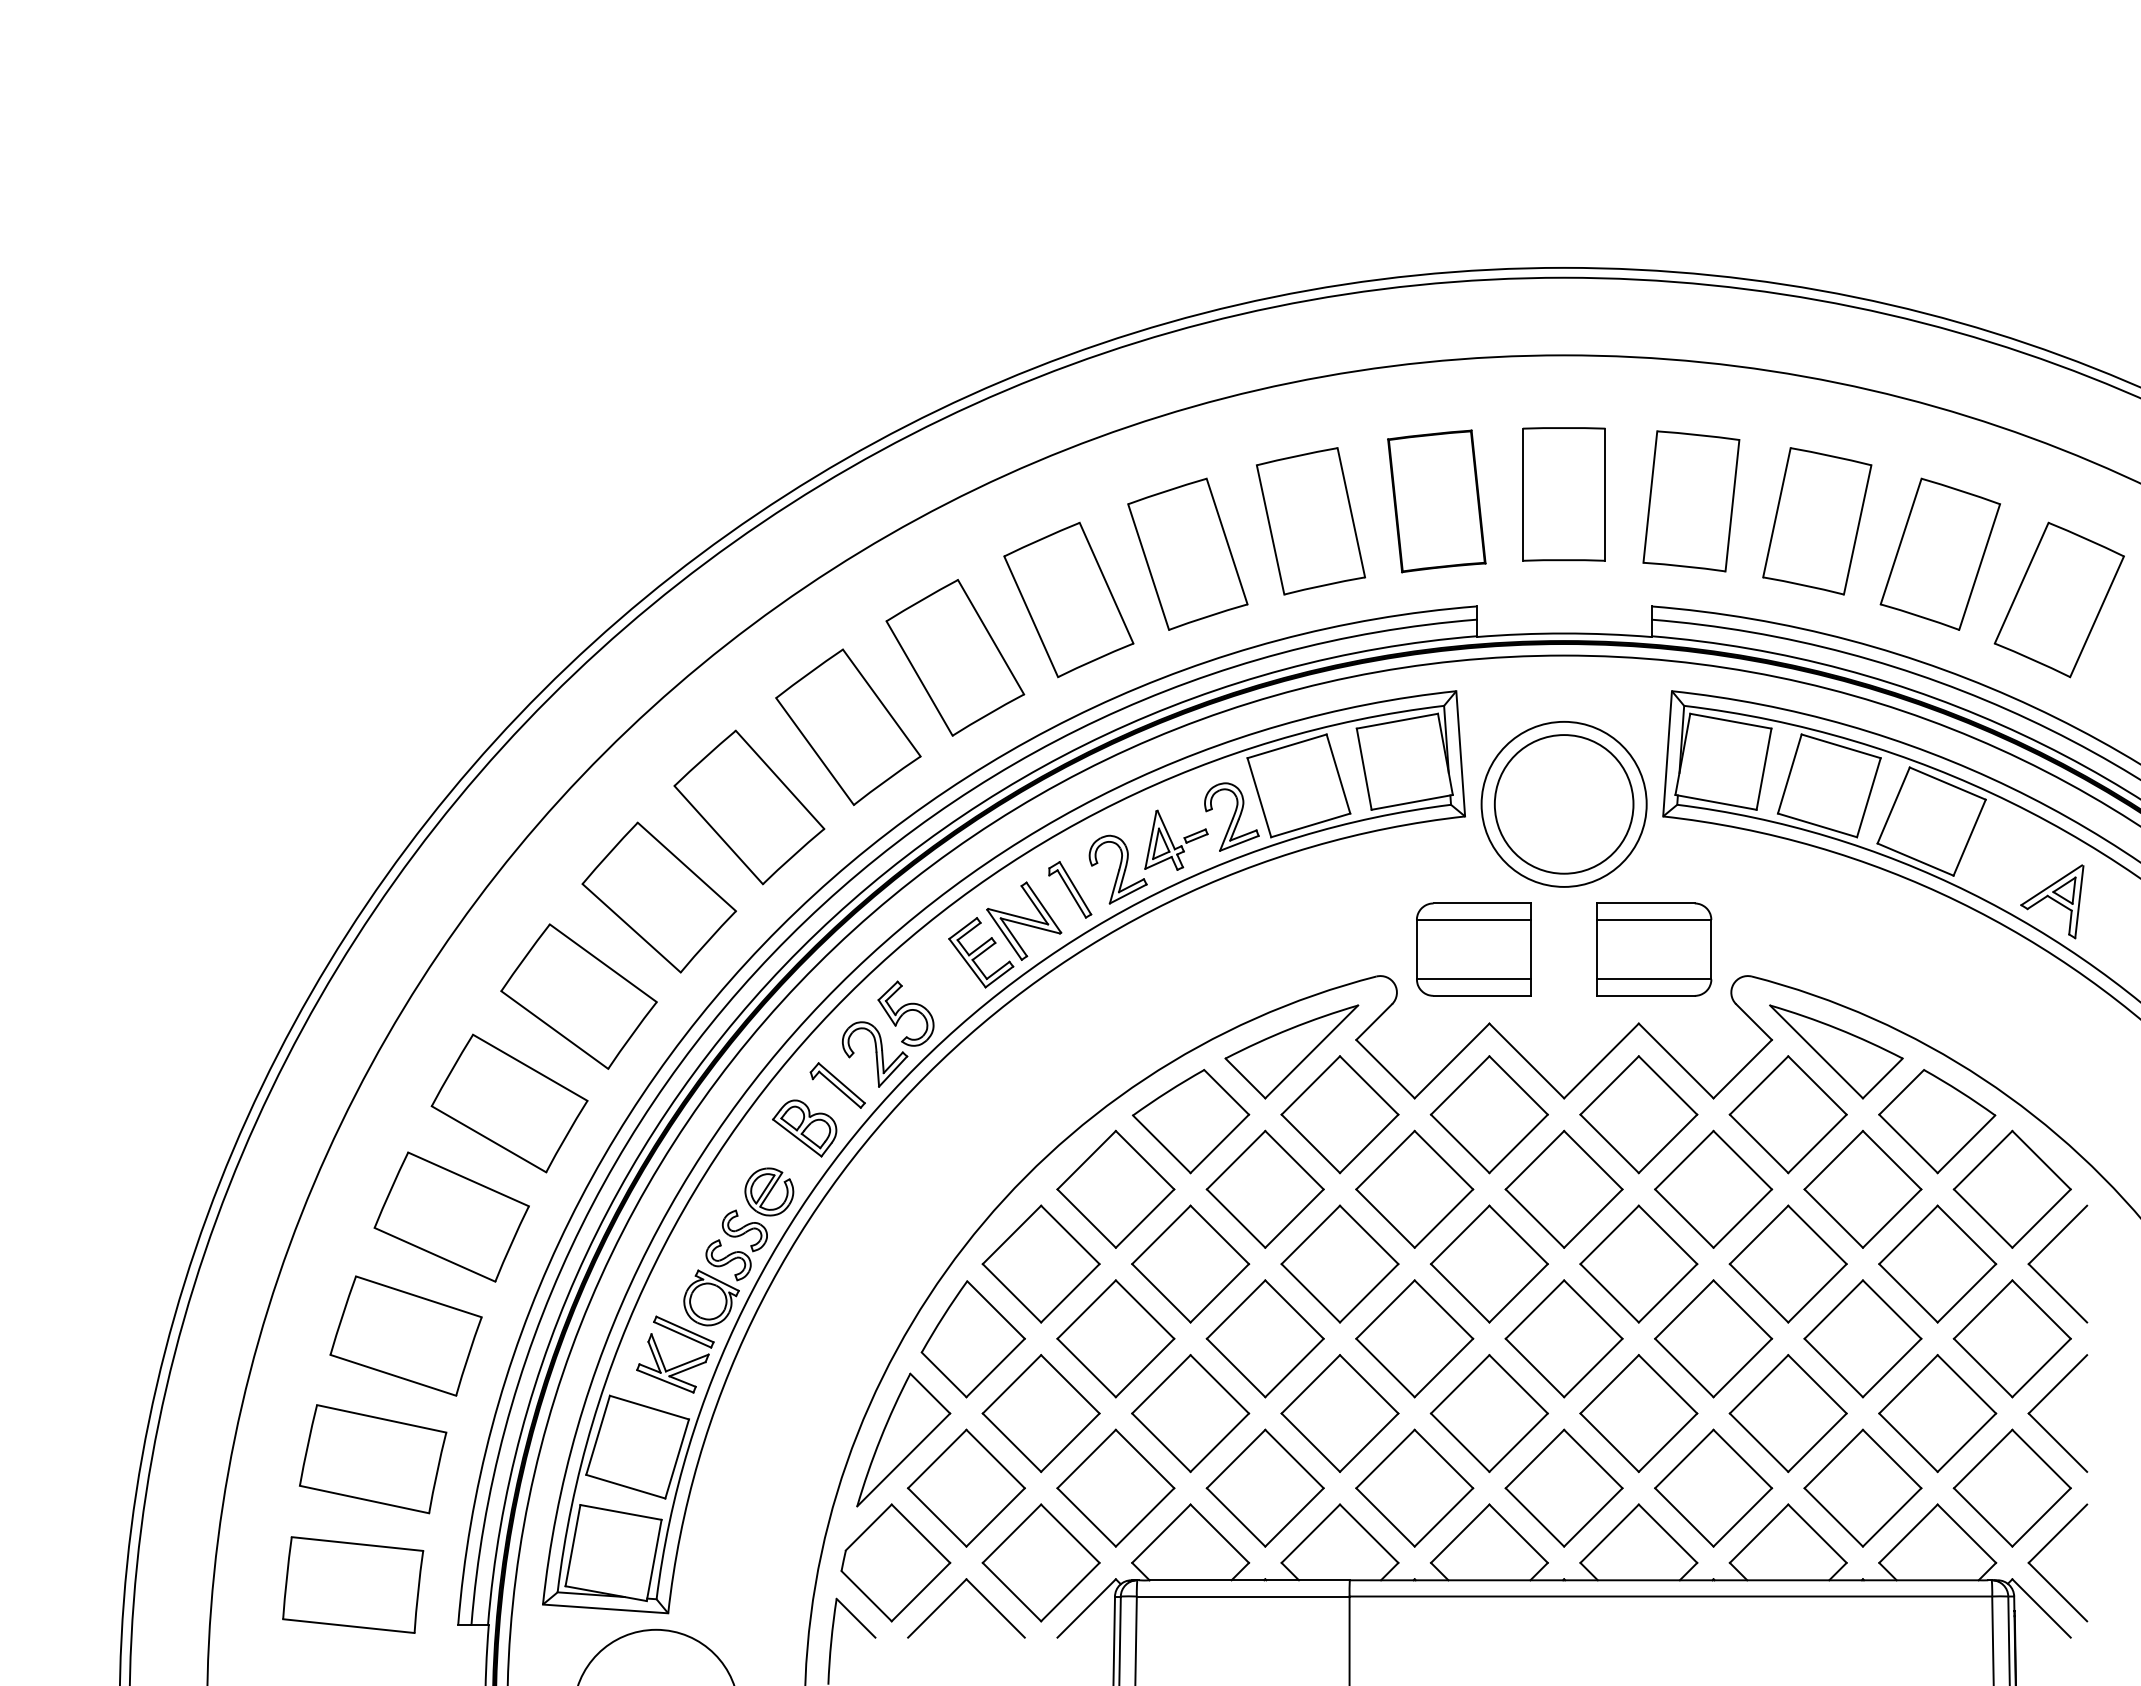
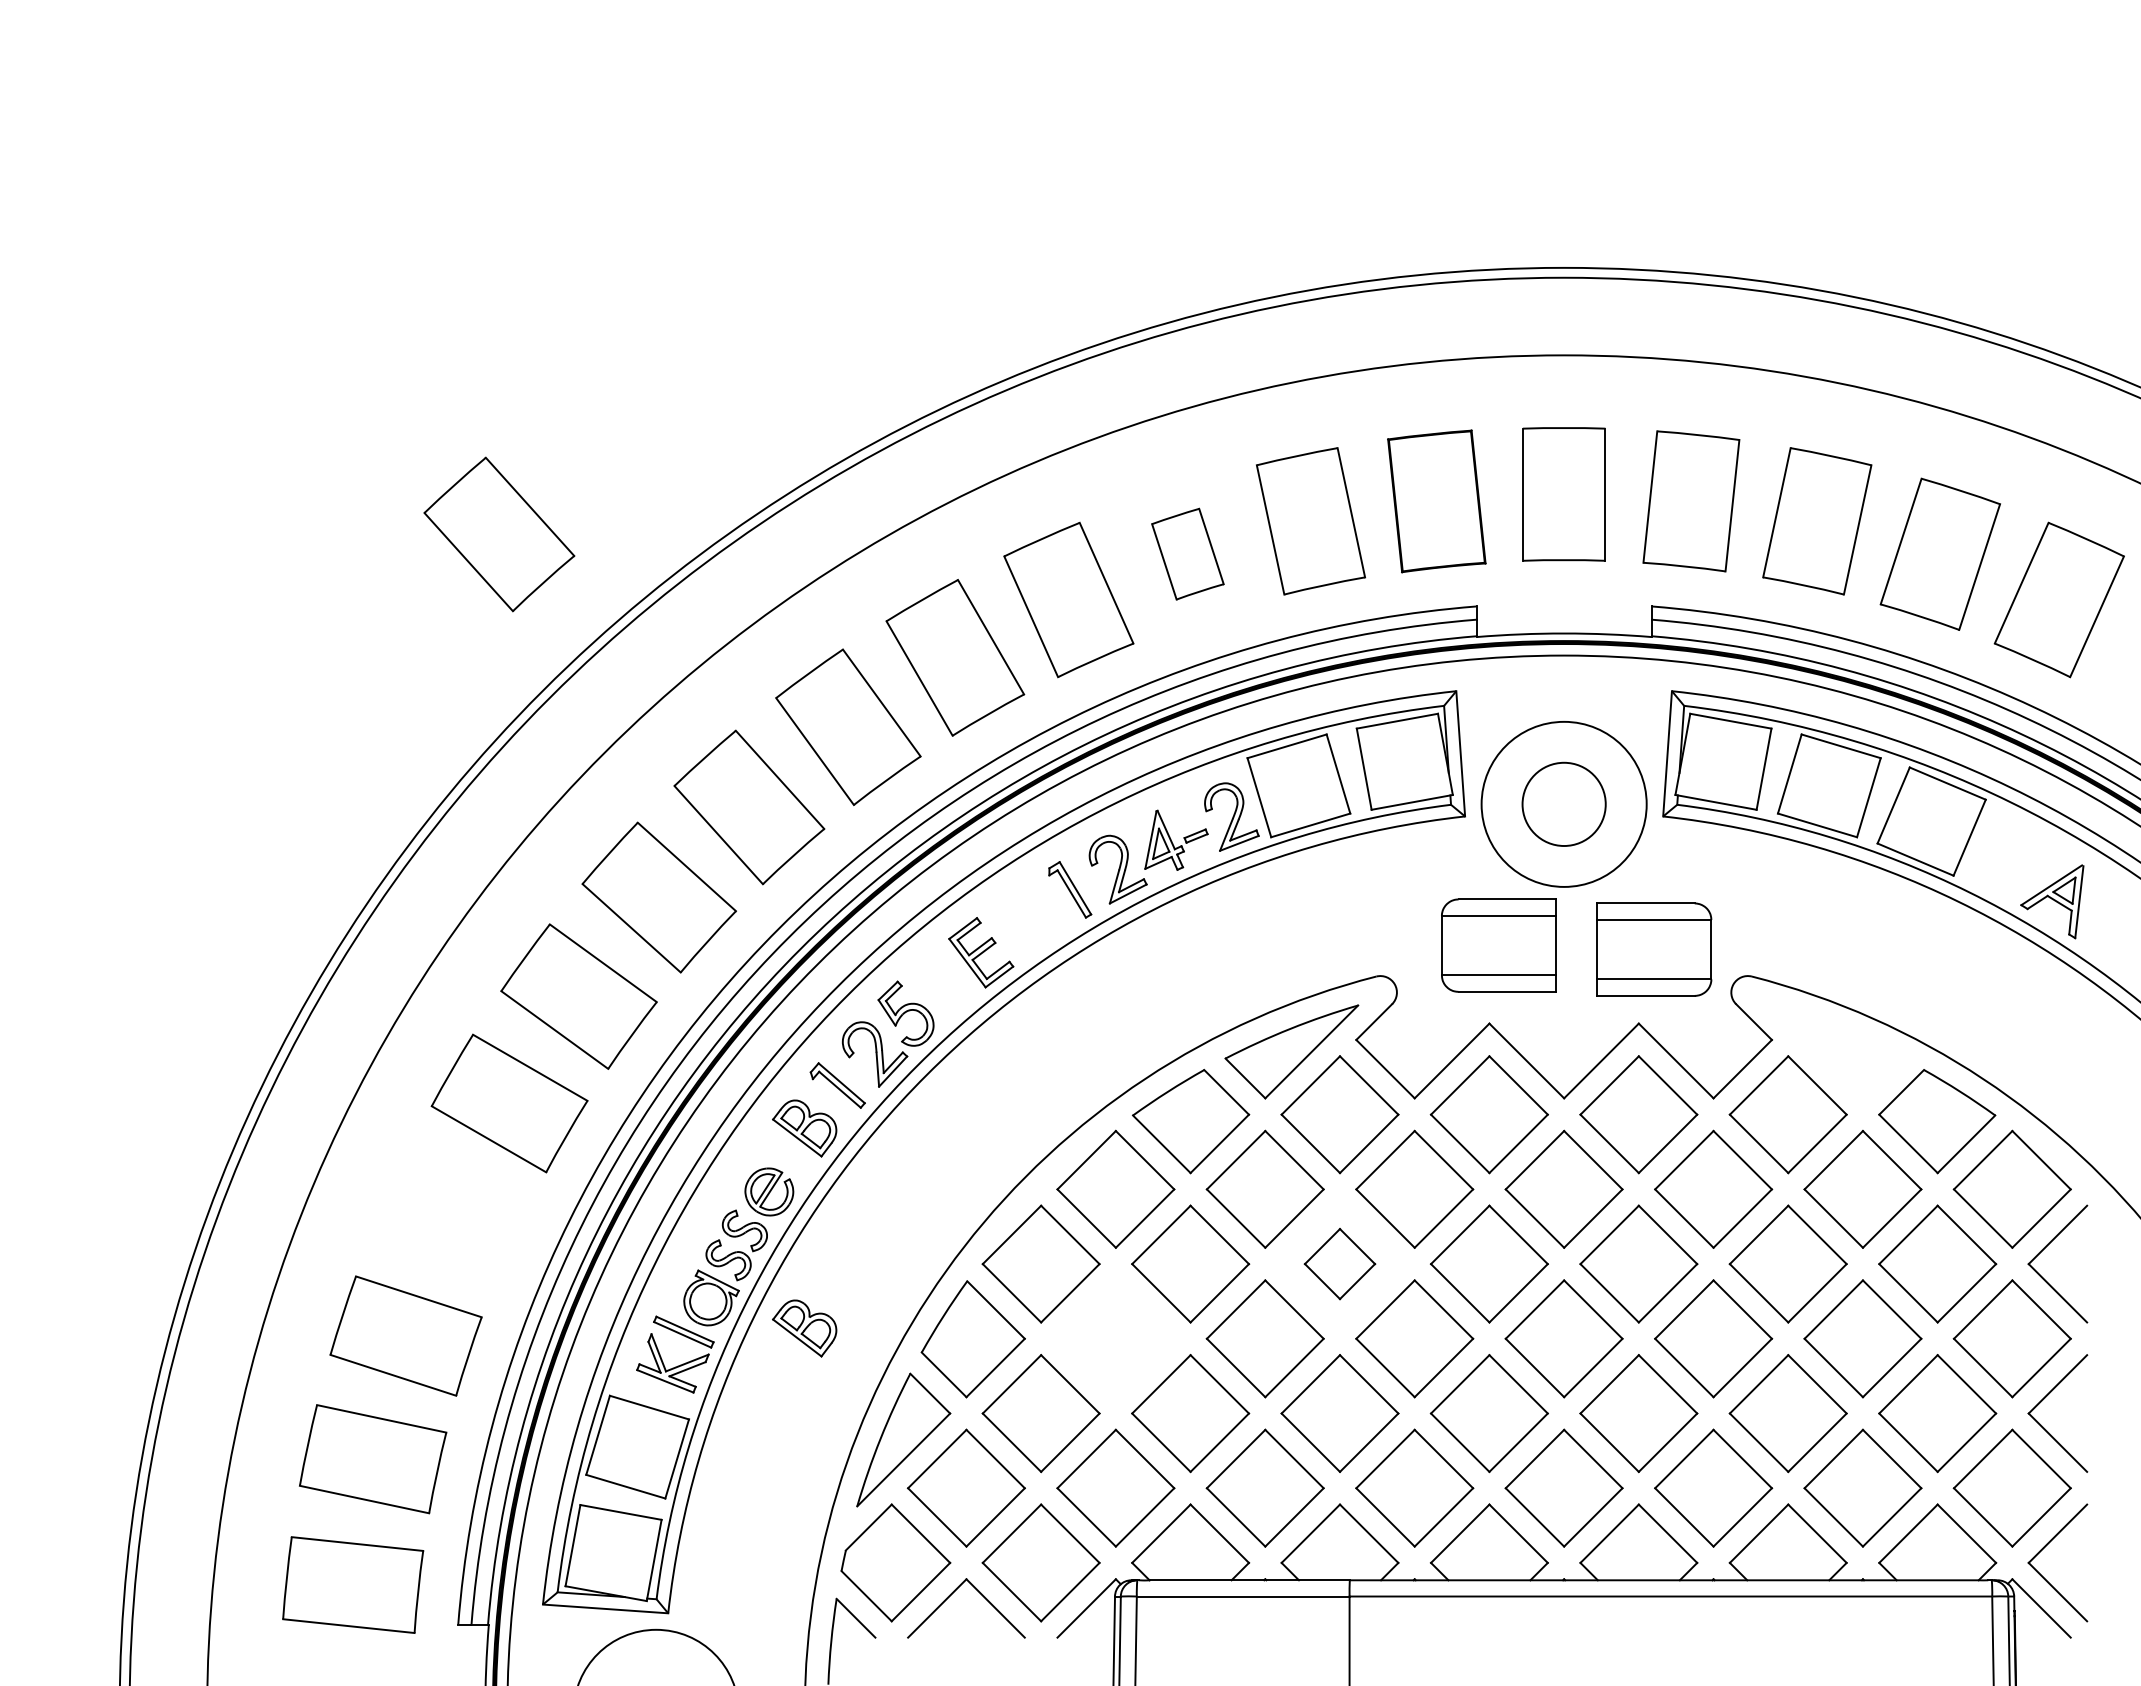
part at (499, 534): none -> present
part at (1187, 553) size: 122x154 px -> 74x94 px
circle at (1563, 804) diameter: 139 px -> 83 px
part at (1024, 920): present -> none
part at (1473, 949) position: (1473, 949) -> (1498, 945)
part at (1836, 1051): present -> none
part at (451, 1216): present -> none
part at (1339, 1263) size: 120x120 px -> 74x73 px
part at (804, 1328): none -> present
part at (1115, 1338): present -> none
